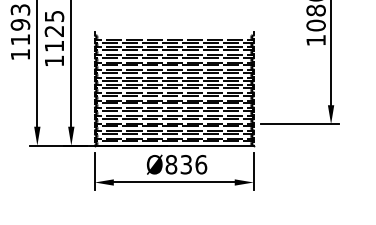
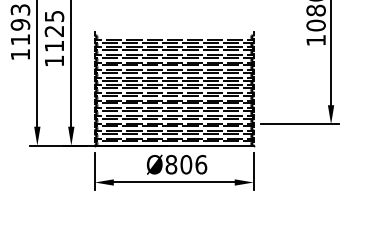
text at (186, 164): Ø836 -> Ø806
